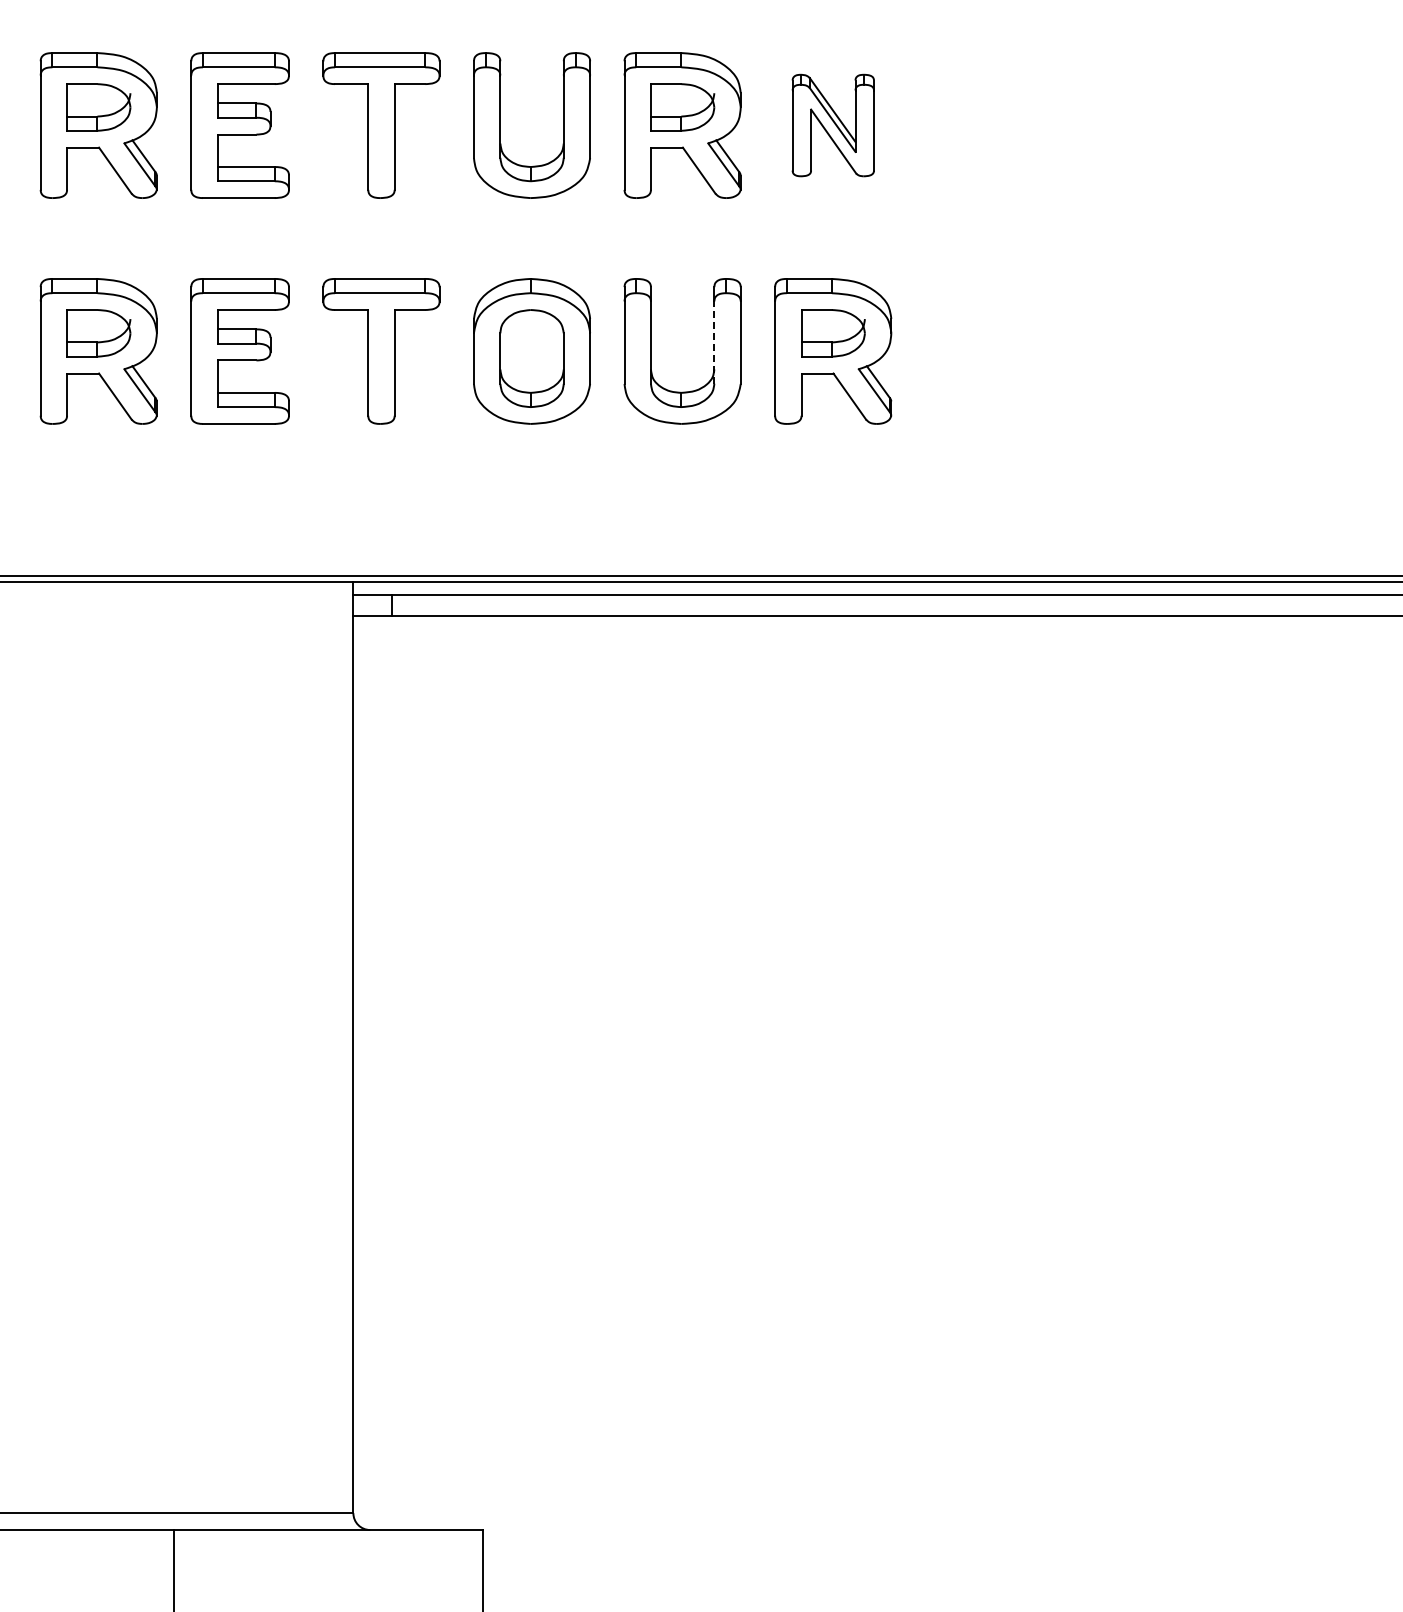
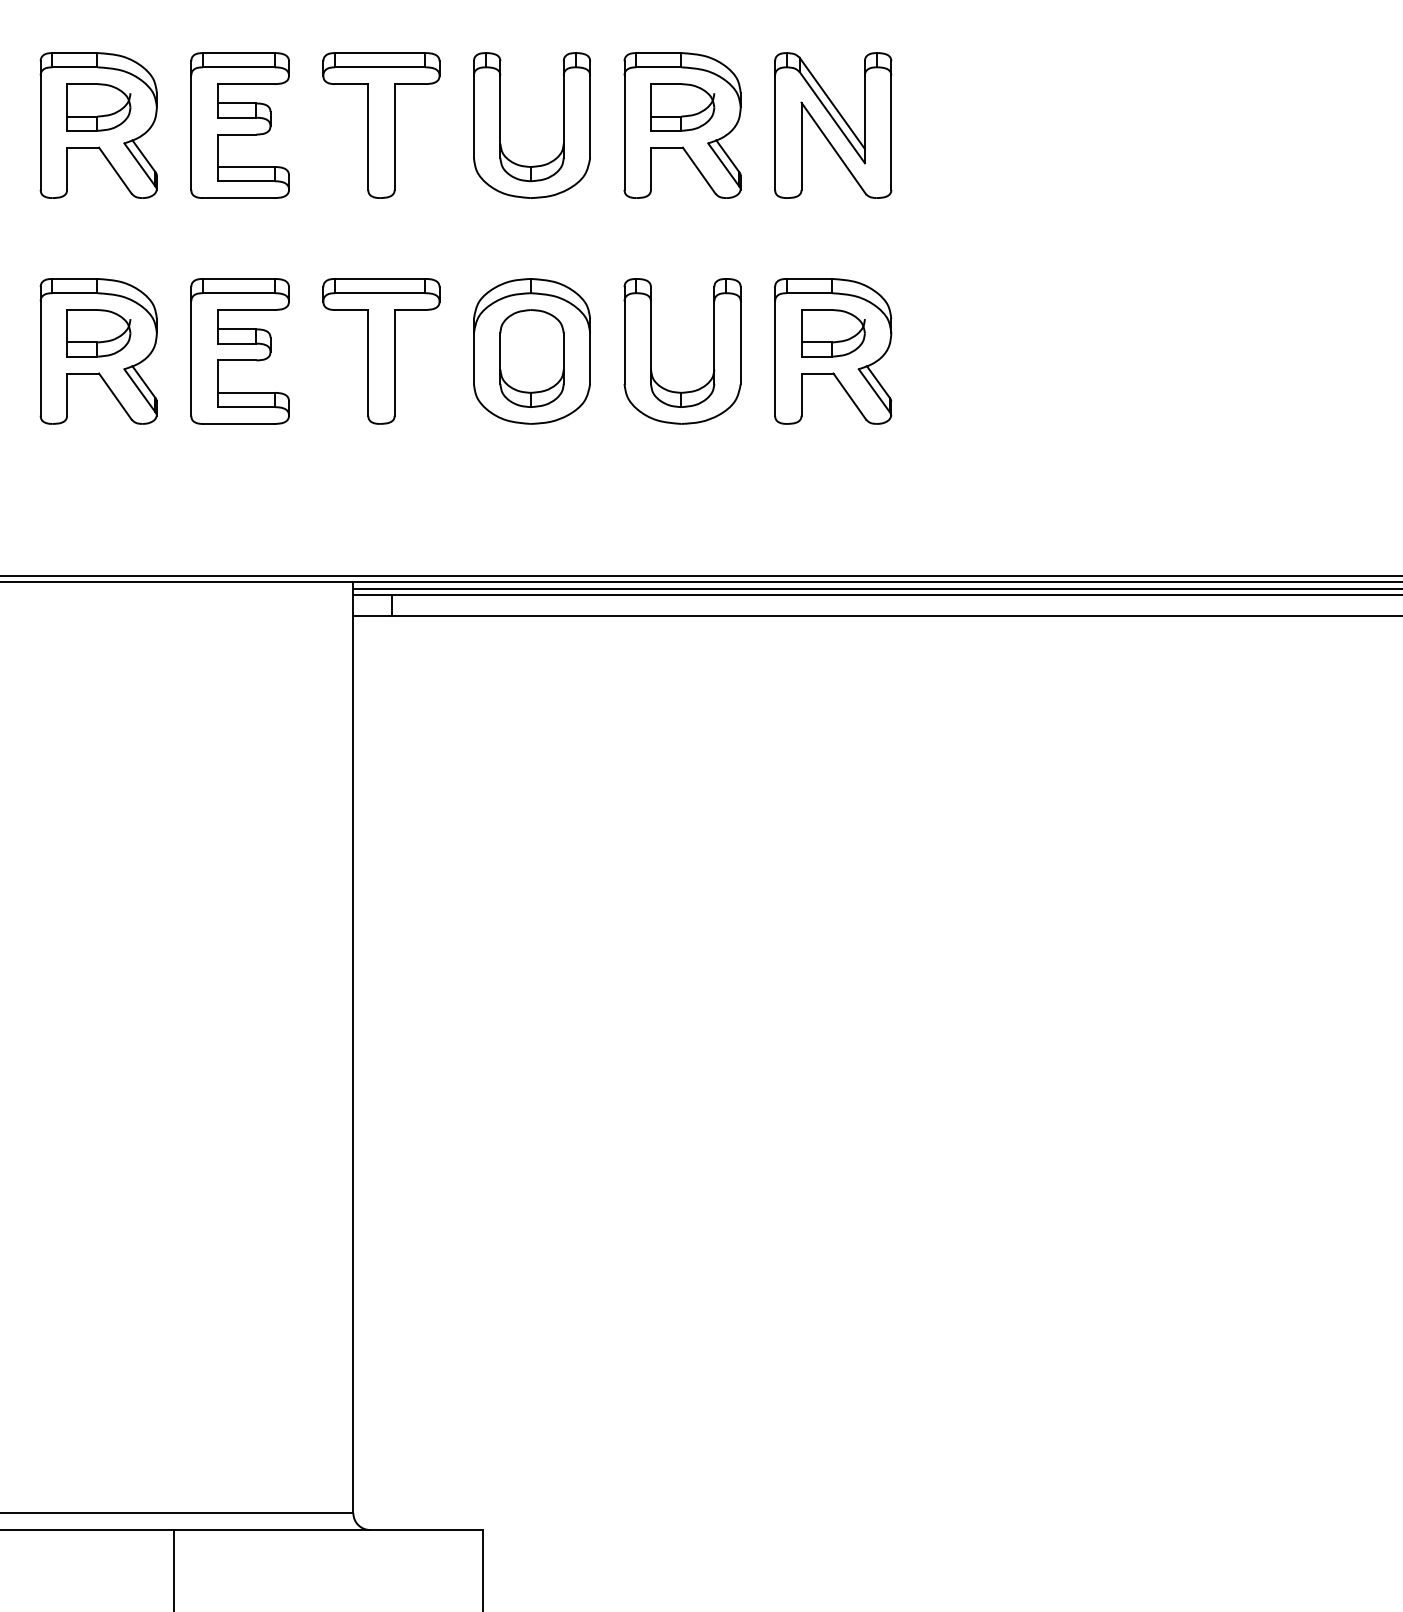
part at (832, 125) size: 84x105 px -> 119x147 px
line at (714, 342): dashed -> solid
line at (876, 588): none -> present
